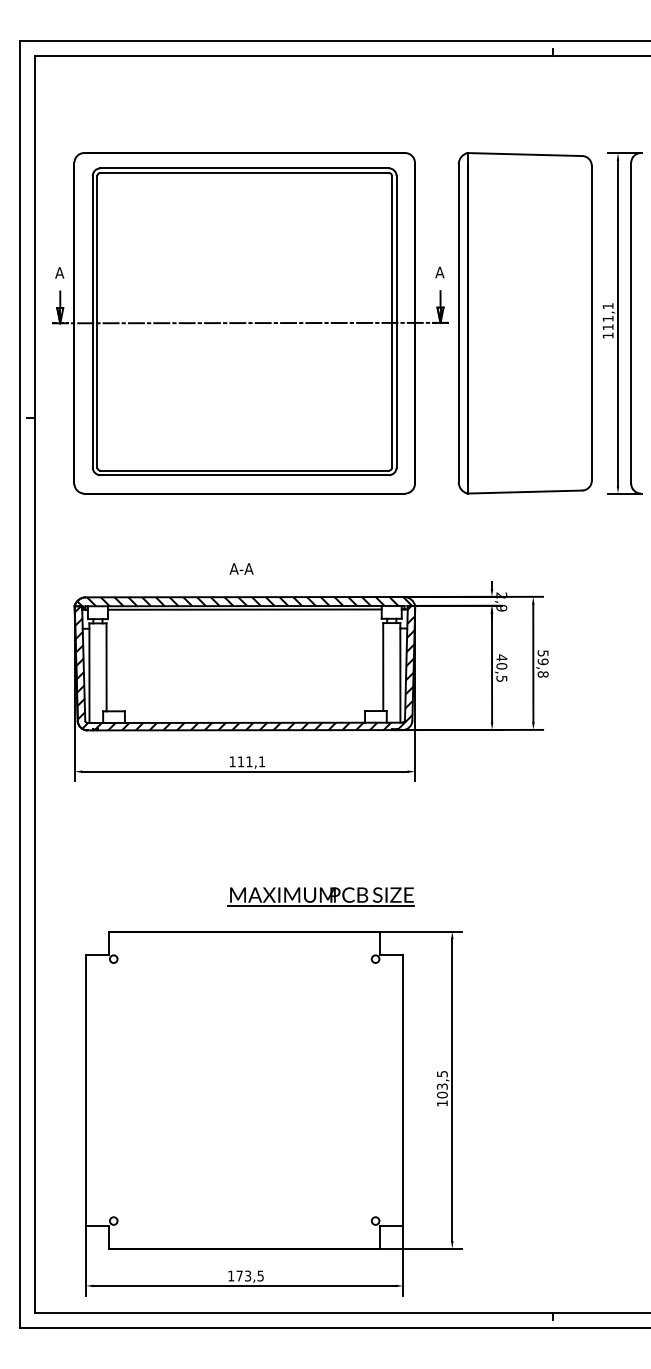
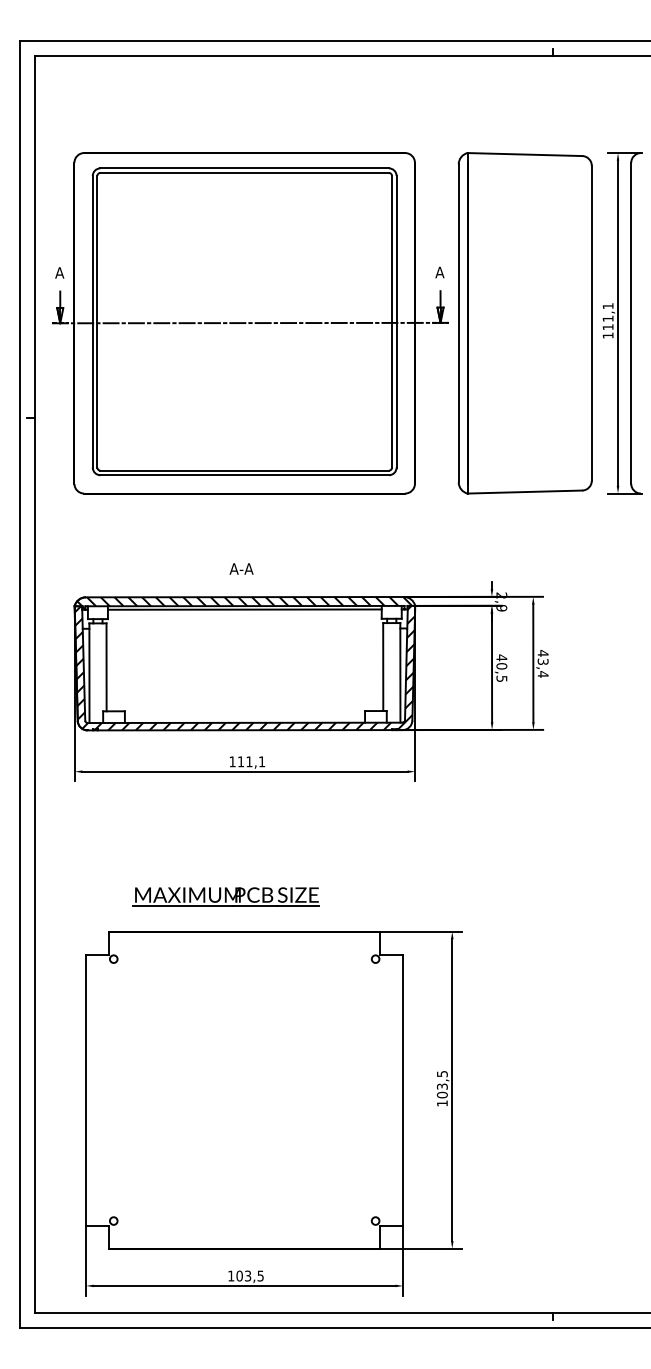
text at (542, 663): 59,8 -> 43,4
part at (320, 896) position: (320, 896) -> (225, 896)
text at (239, 1275): 173,5 -> 103,5
